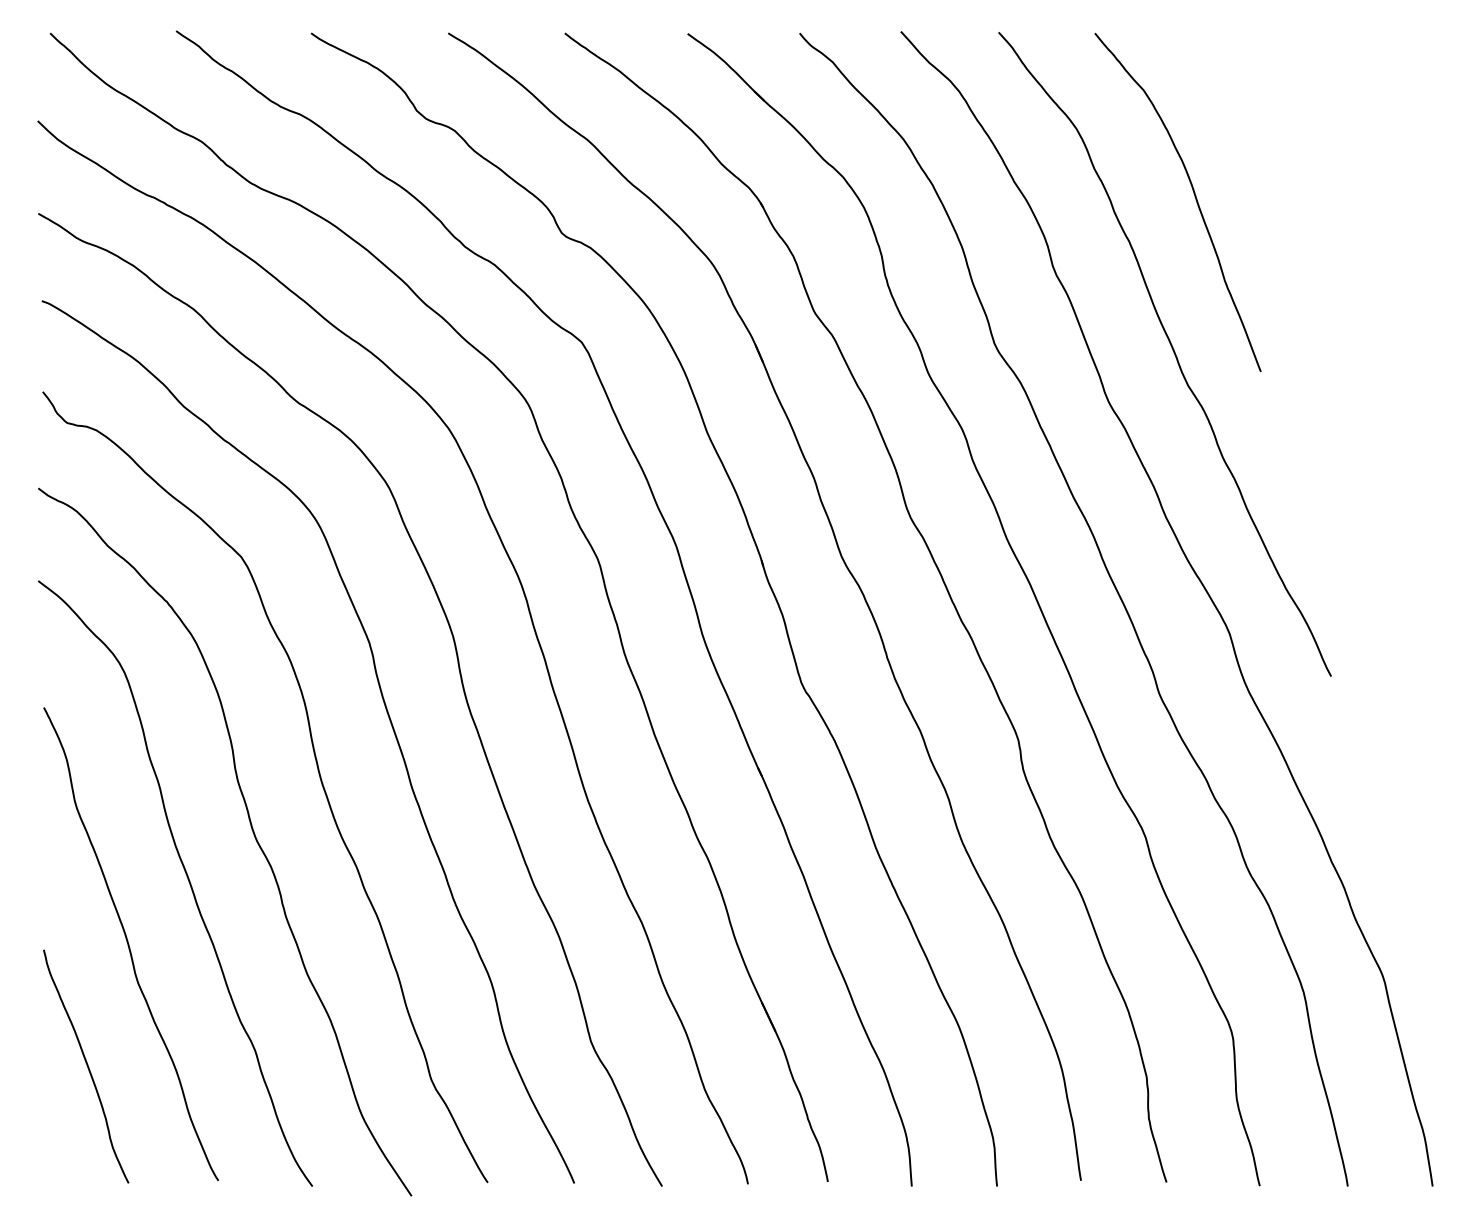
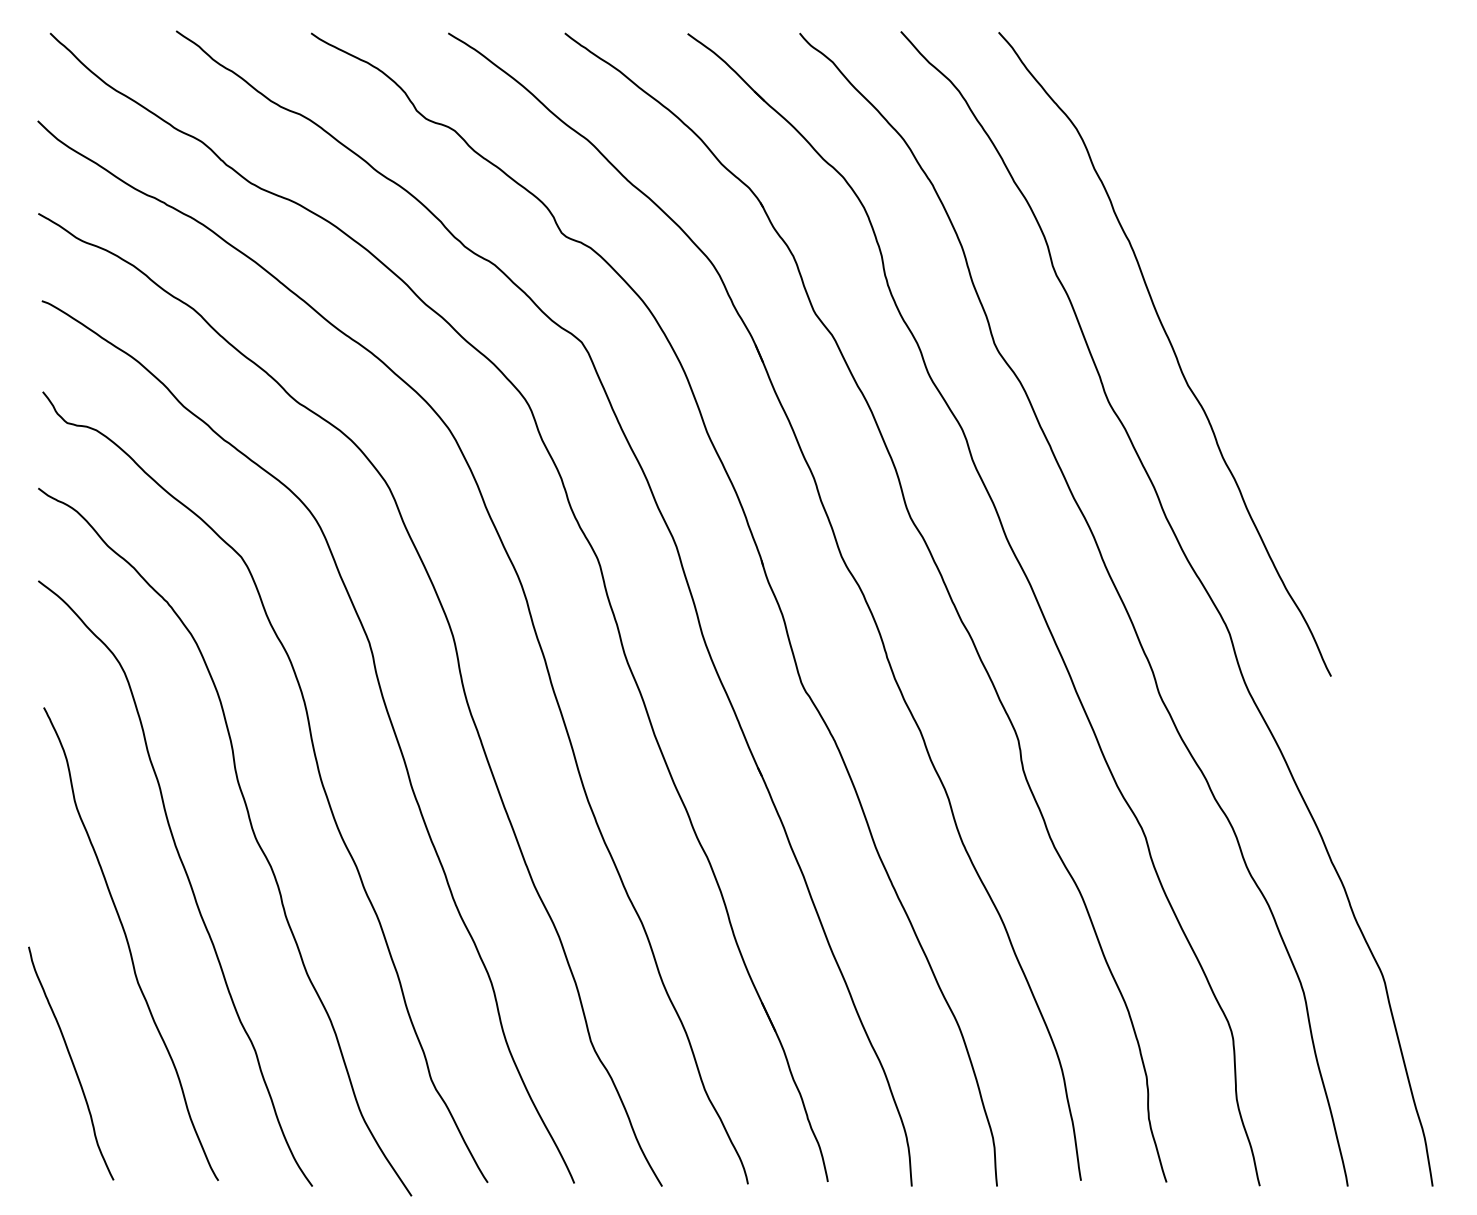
curve at (1194, 197): present -> none
curve at (86, 1065) position: (86, 1065) -> (71, 1062)
